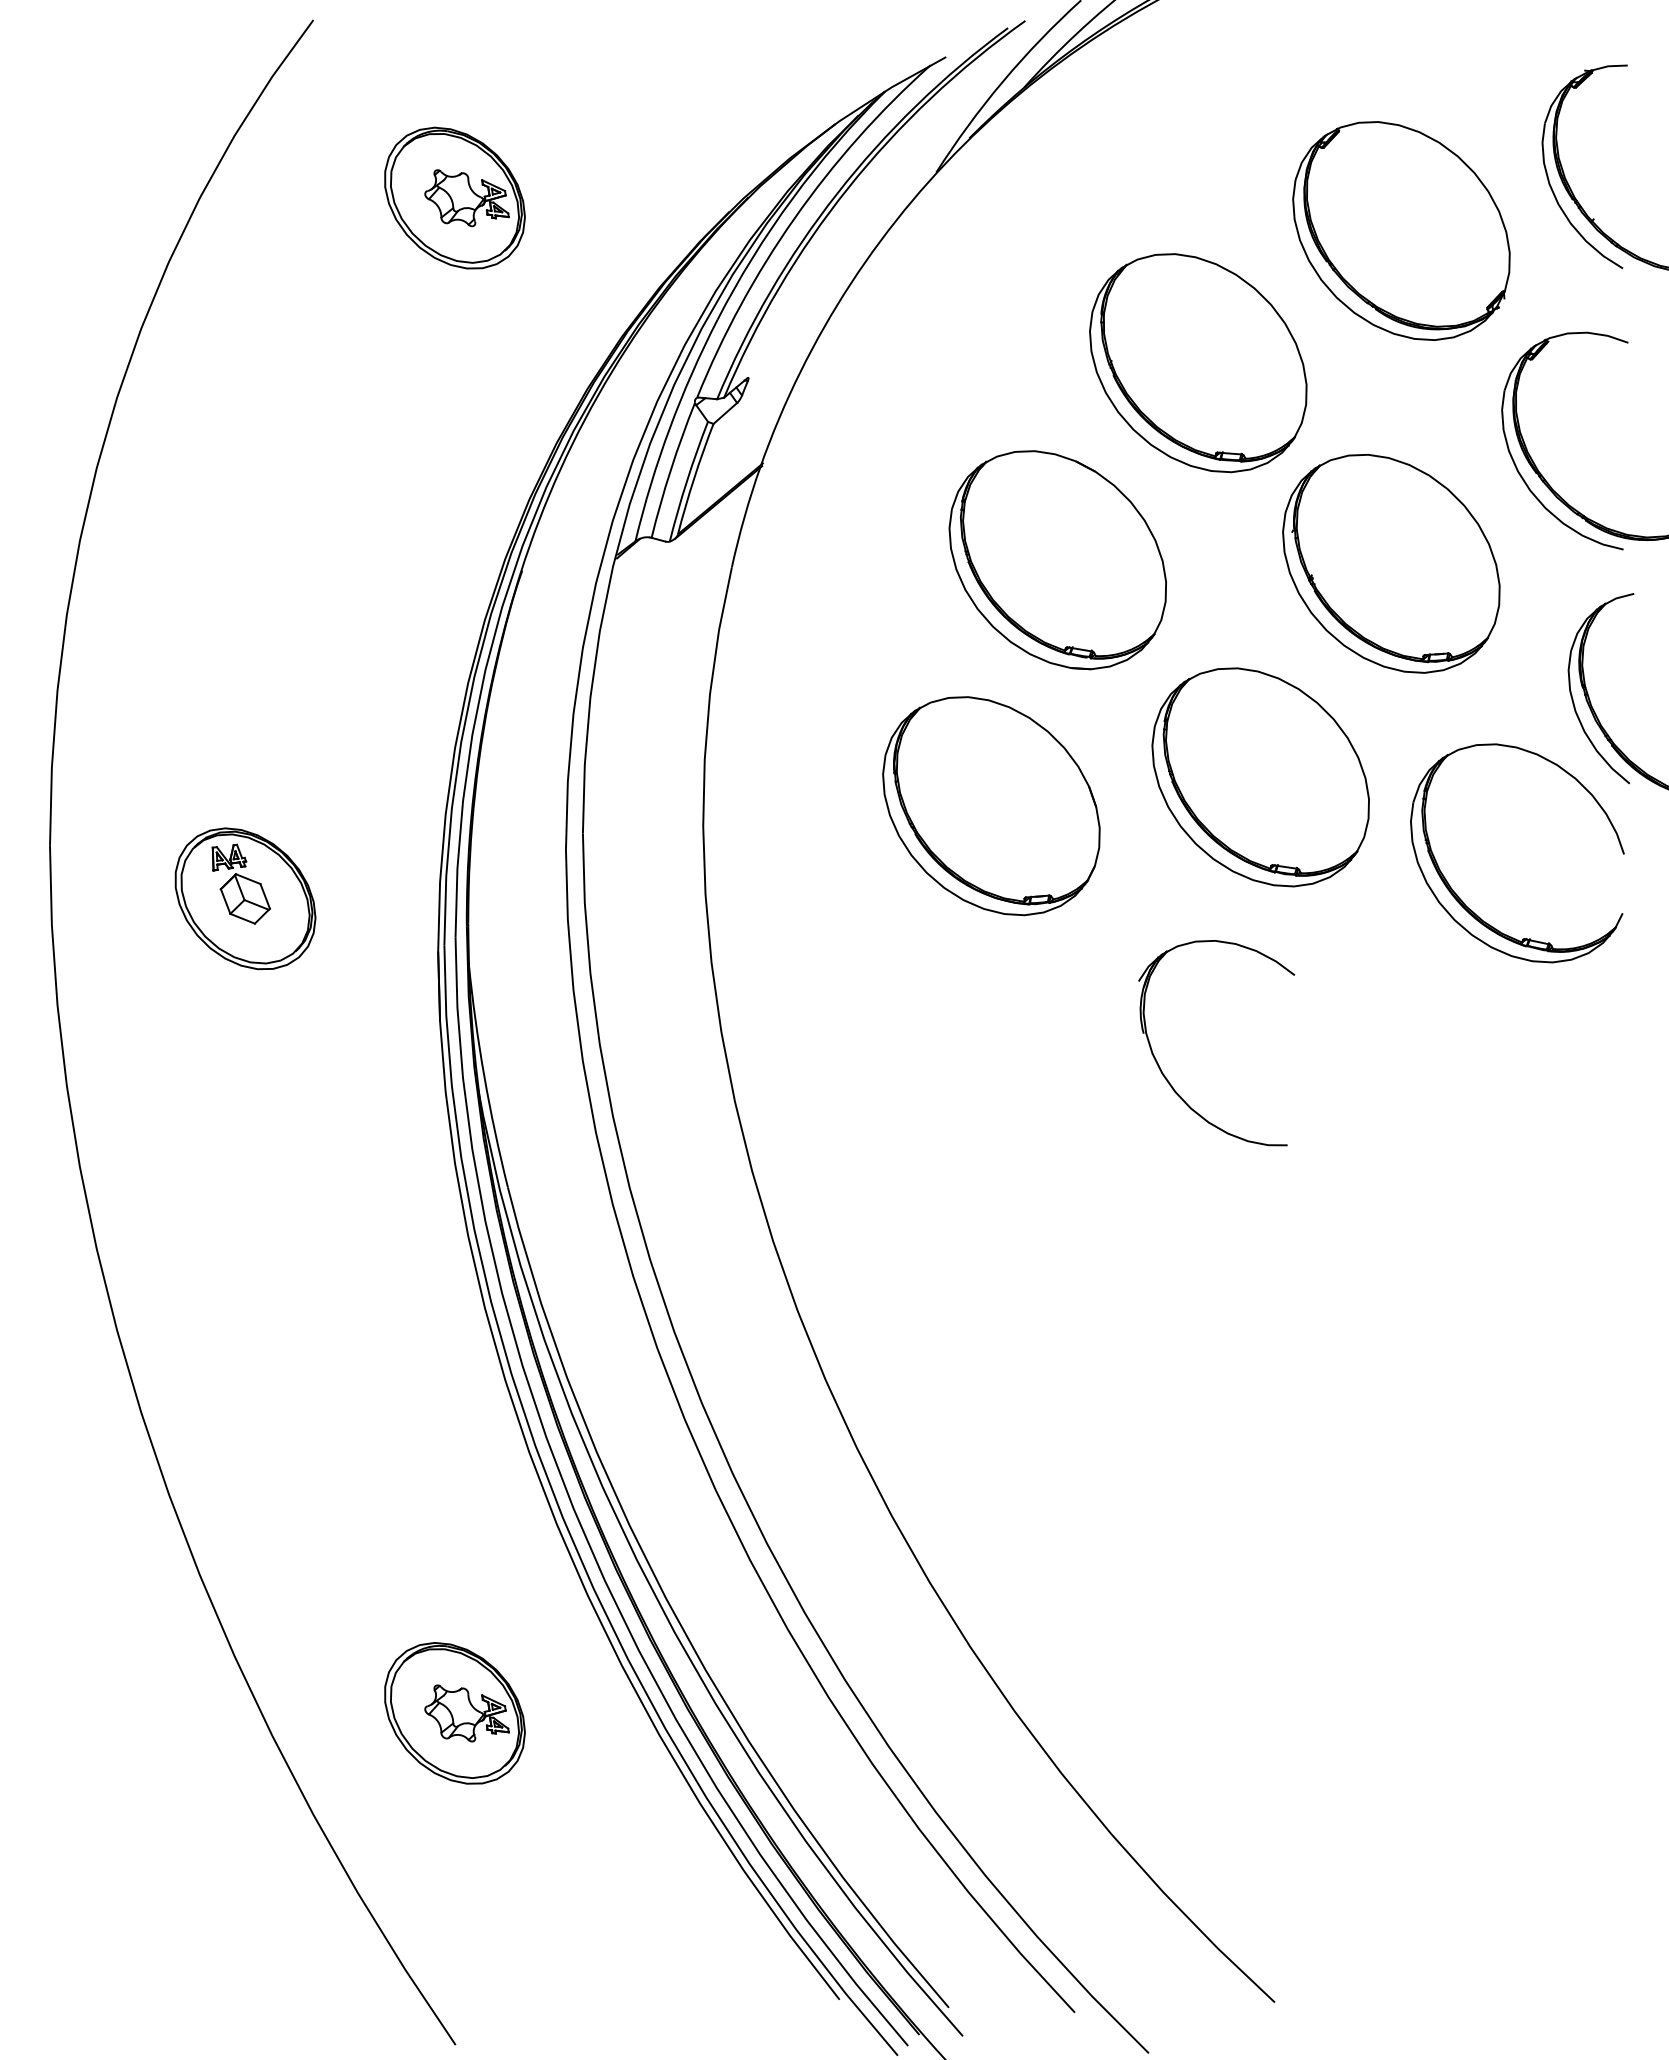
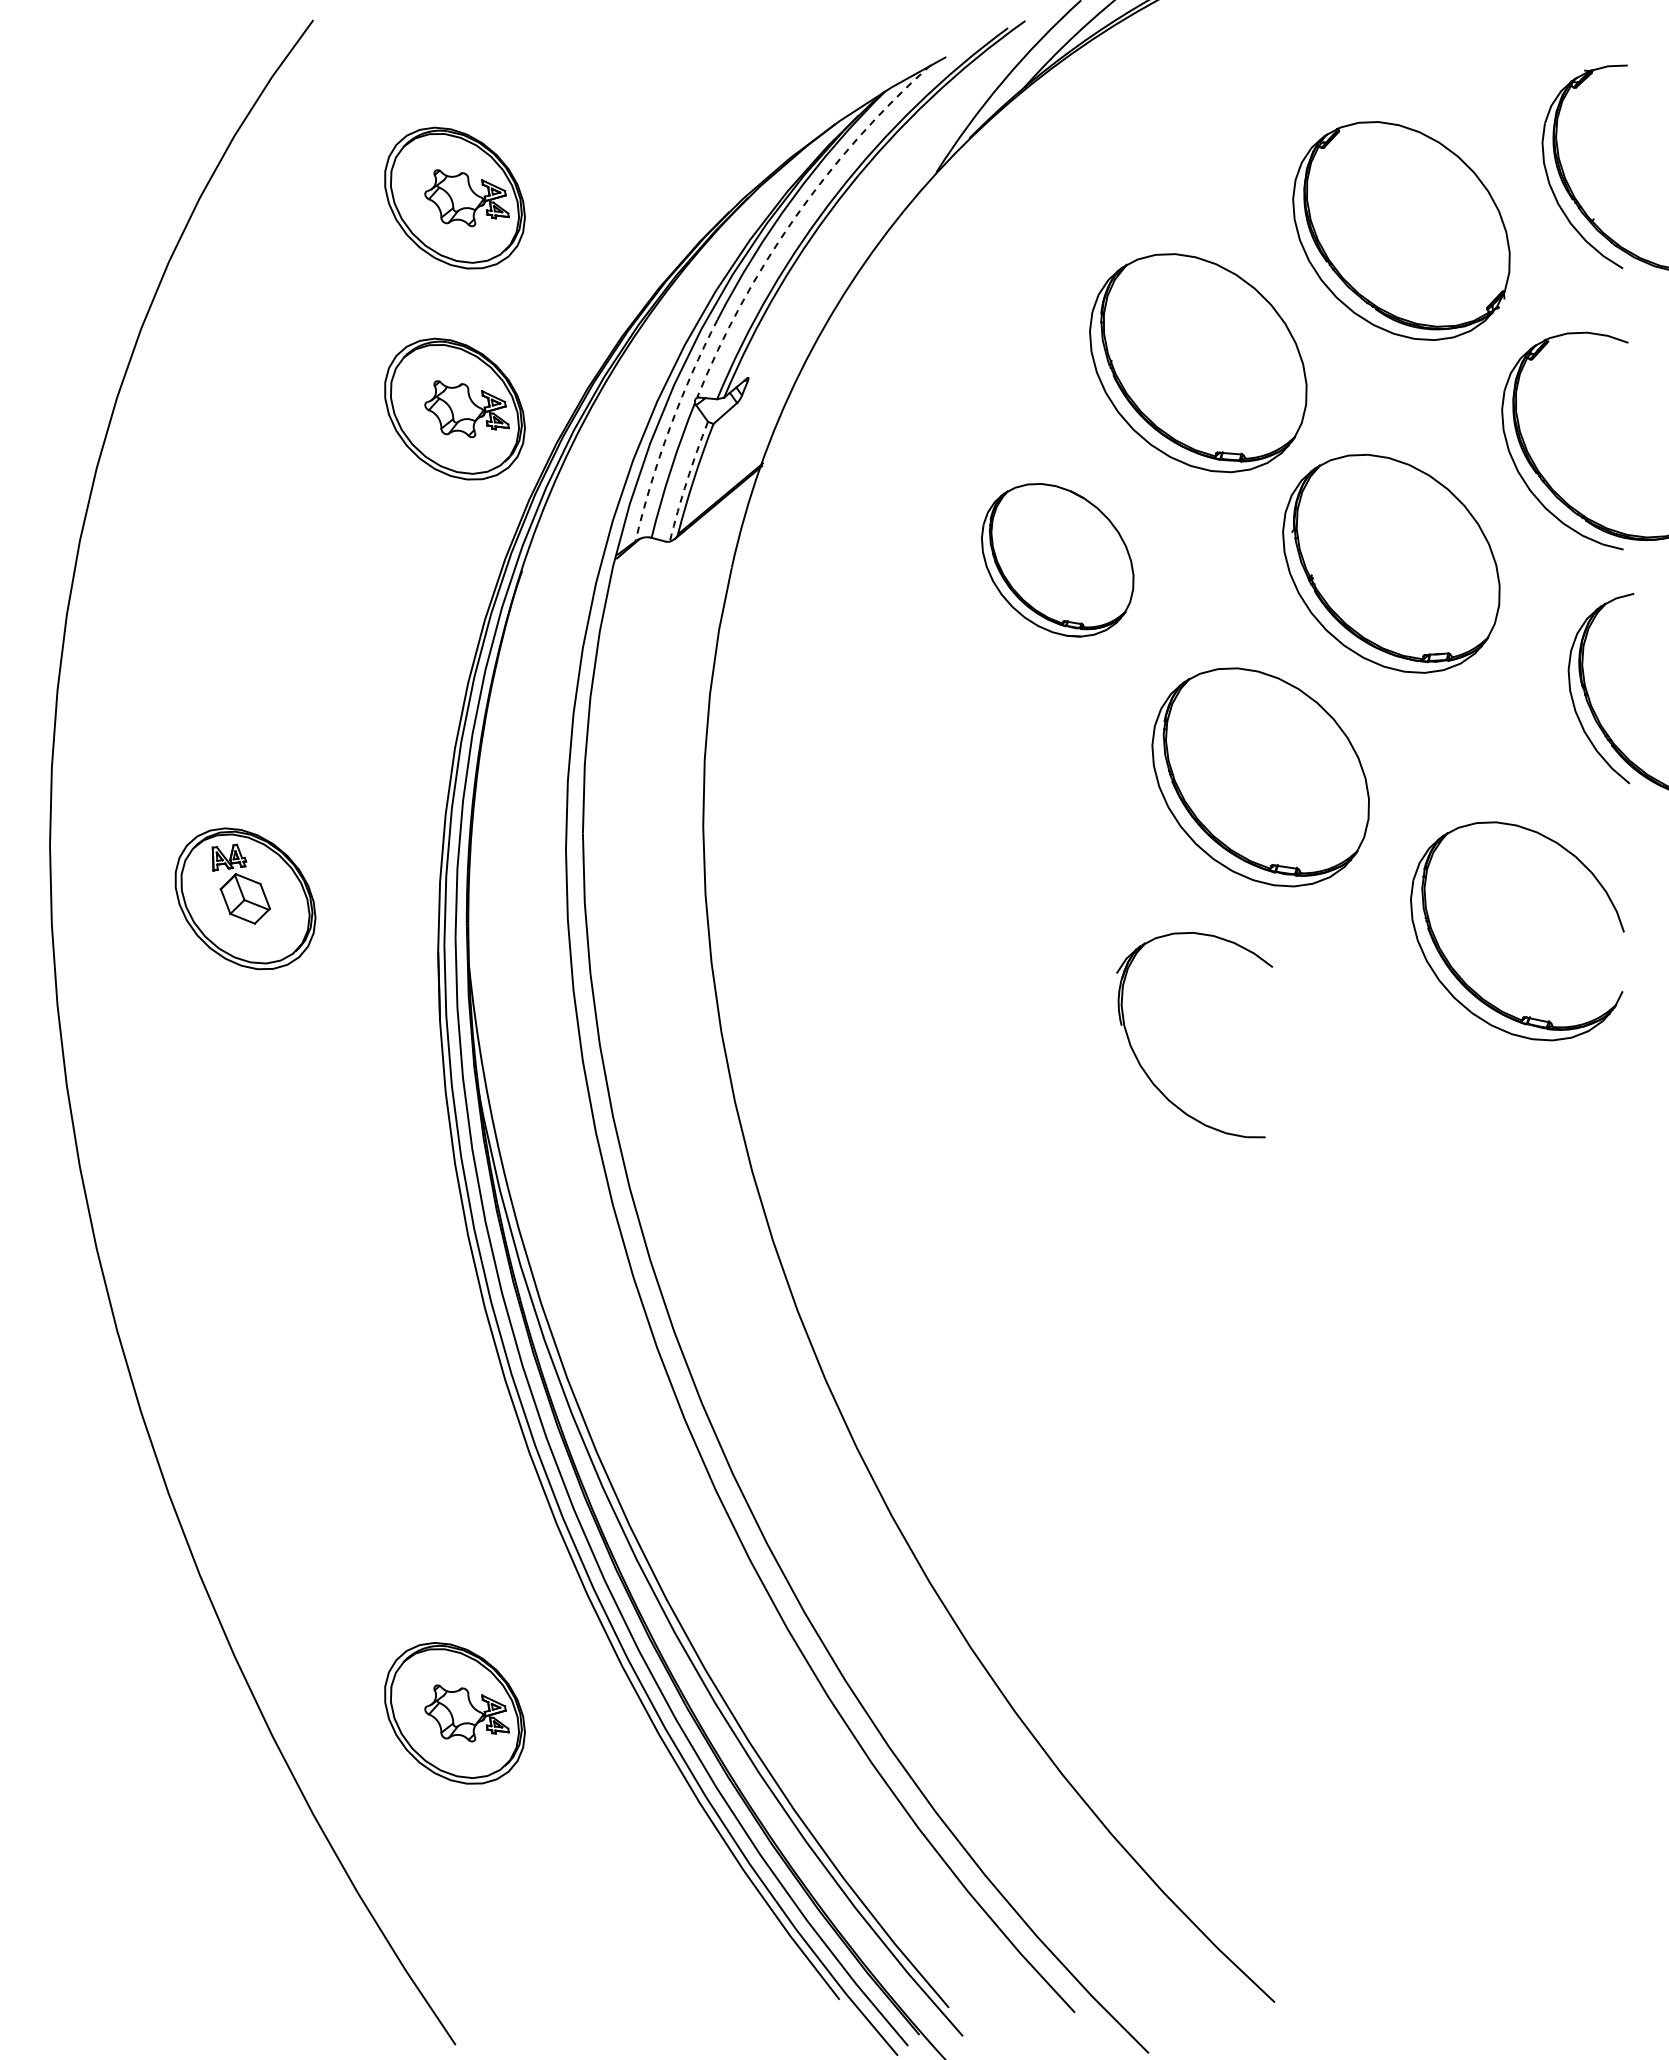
arc at (794, 218): solid -> dashed
part at (454, 408): none -> present
arc at (669, 428): solid -> dashed
arc at (686, 481): solid -> dashed
part at (1057, 560) size: 219x221 px -> 154x155 px
part at (991, 806): present -> none
part at (1464, 902) position: (1464, 902) -> (1464, 980)
part at (1167, 1078) position: (1167, 1078) -> (1145, 1070)
